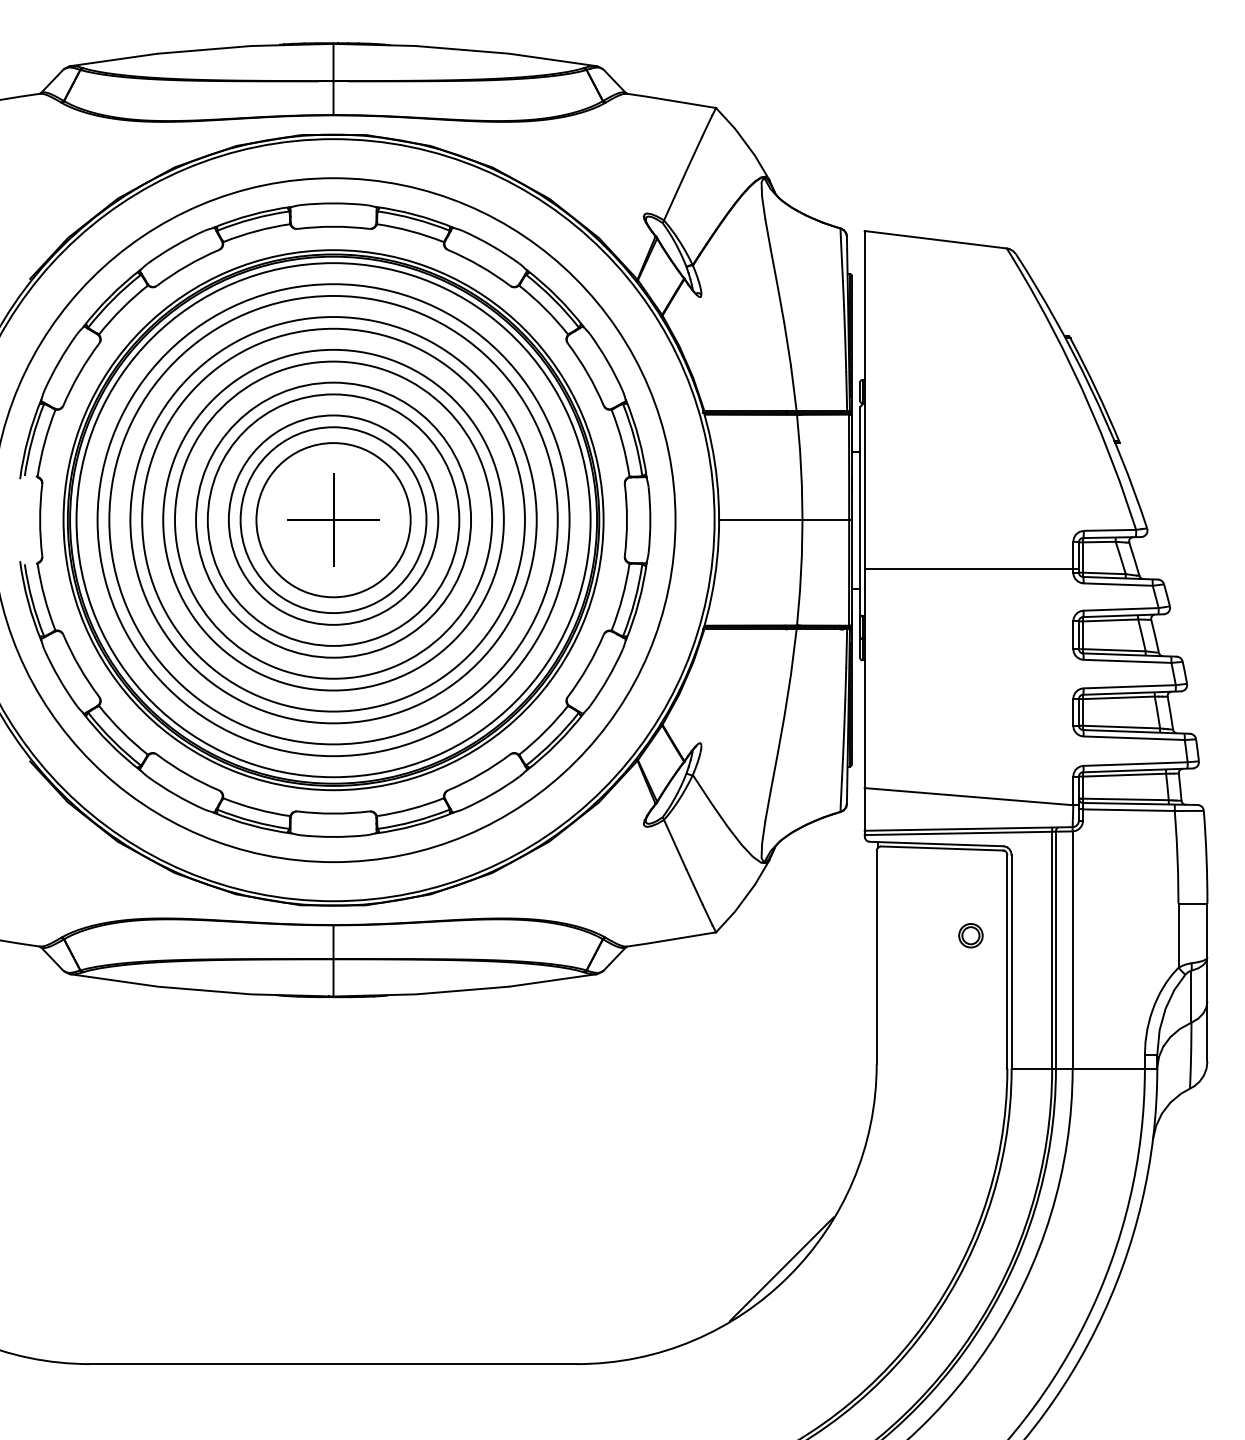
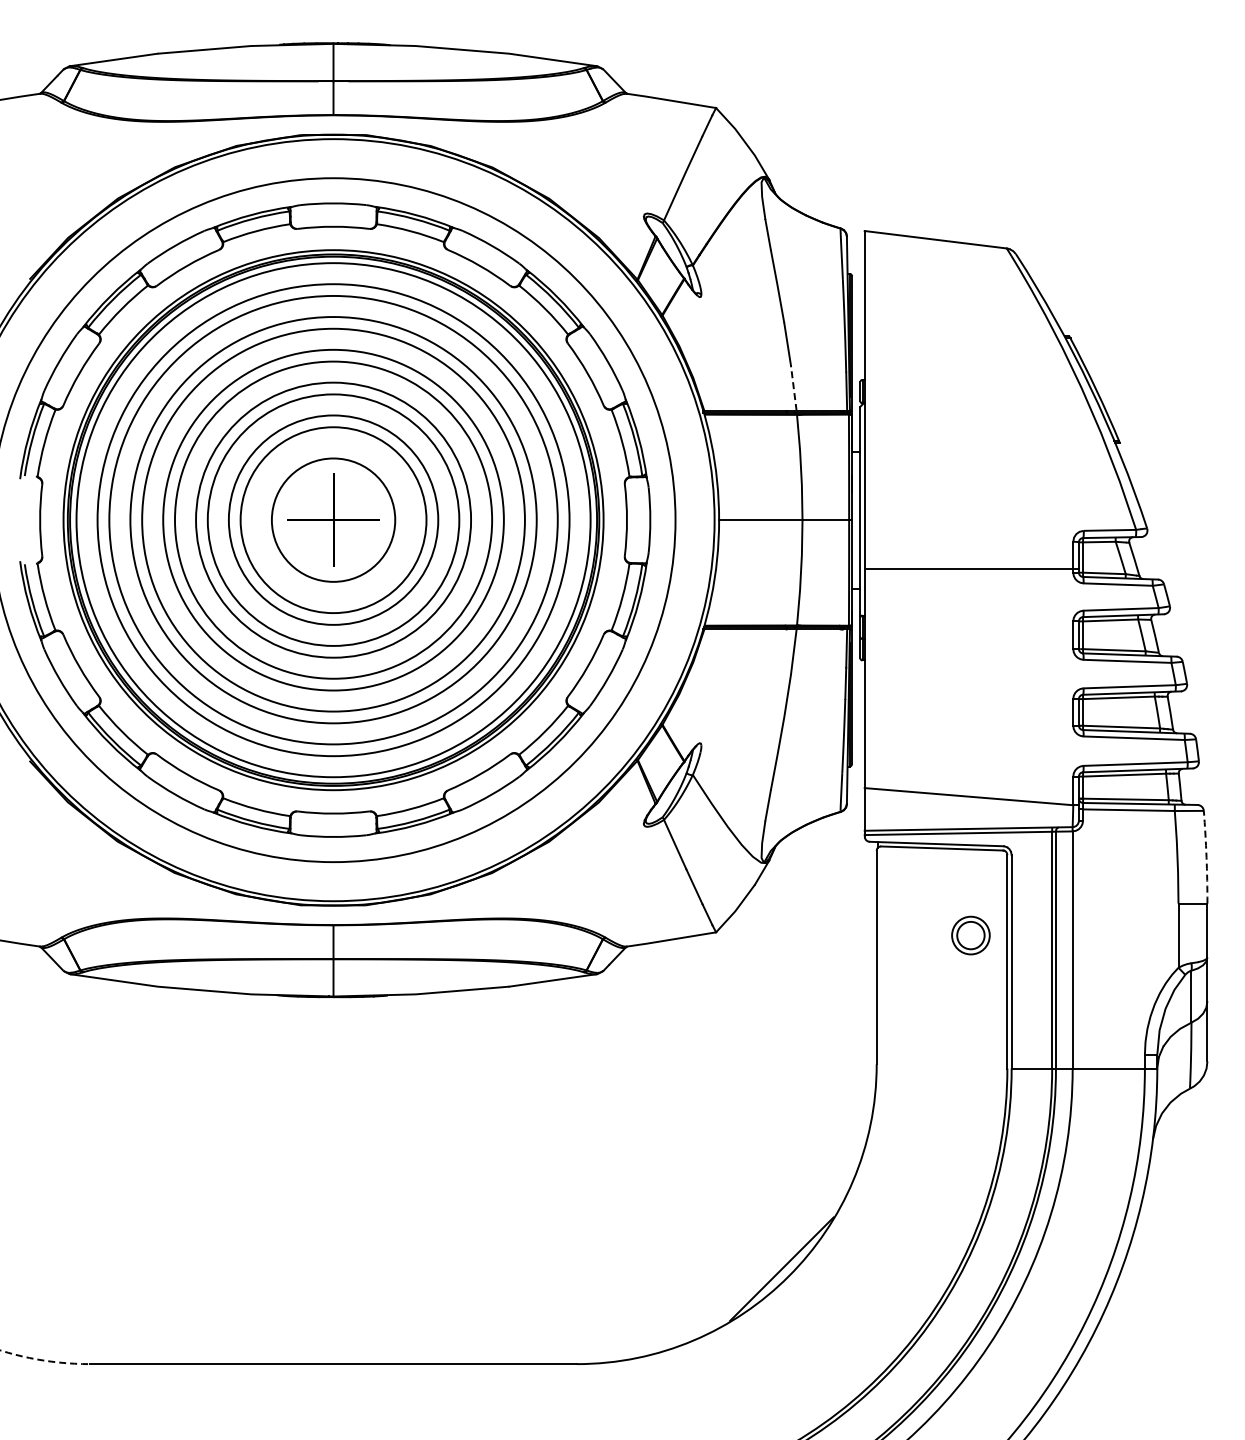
line at (793, 388): solid -> dashed
circle at (333, 520) diameter: 154 px -> 123 px
arc at (1206, 857): solid -> dashed
part at (970, 935) size: 26x26 px -> 40x41 px
arc at (44, 1360): solid -> dashed
